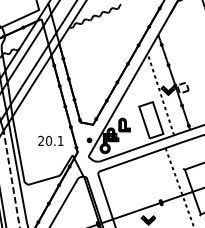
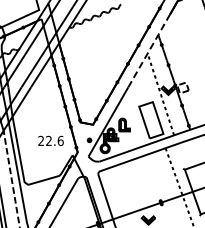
line at (149, 50): solid -> dashed
text at (54, 140): 20.1 -> 22.6
